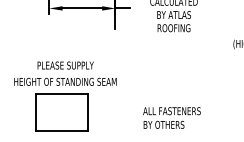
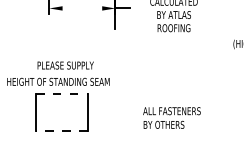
line at (82, 8): present -> none
text at (65, 81) position: (65, 81) -> (58, 81)
line at (61, 94): solid -> dashed
line at (61, 130): solid -> dashed
